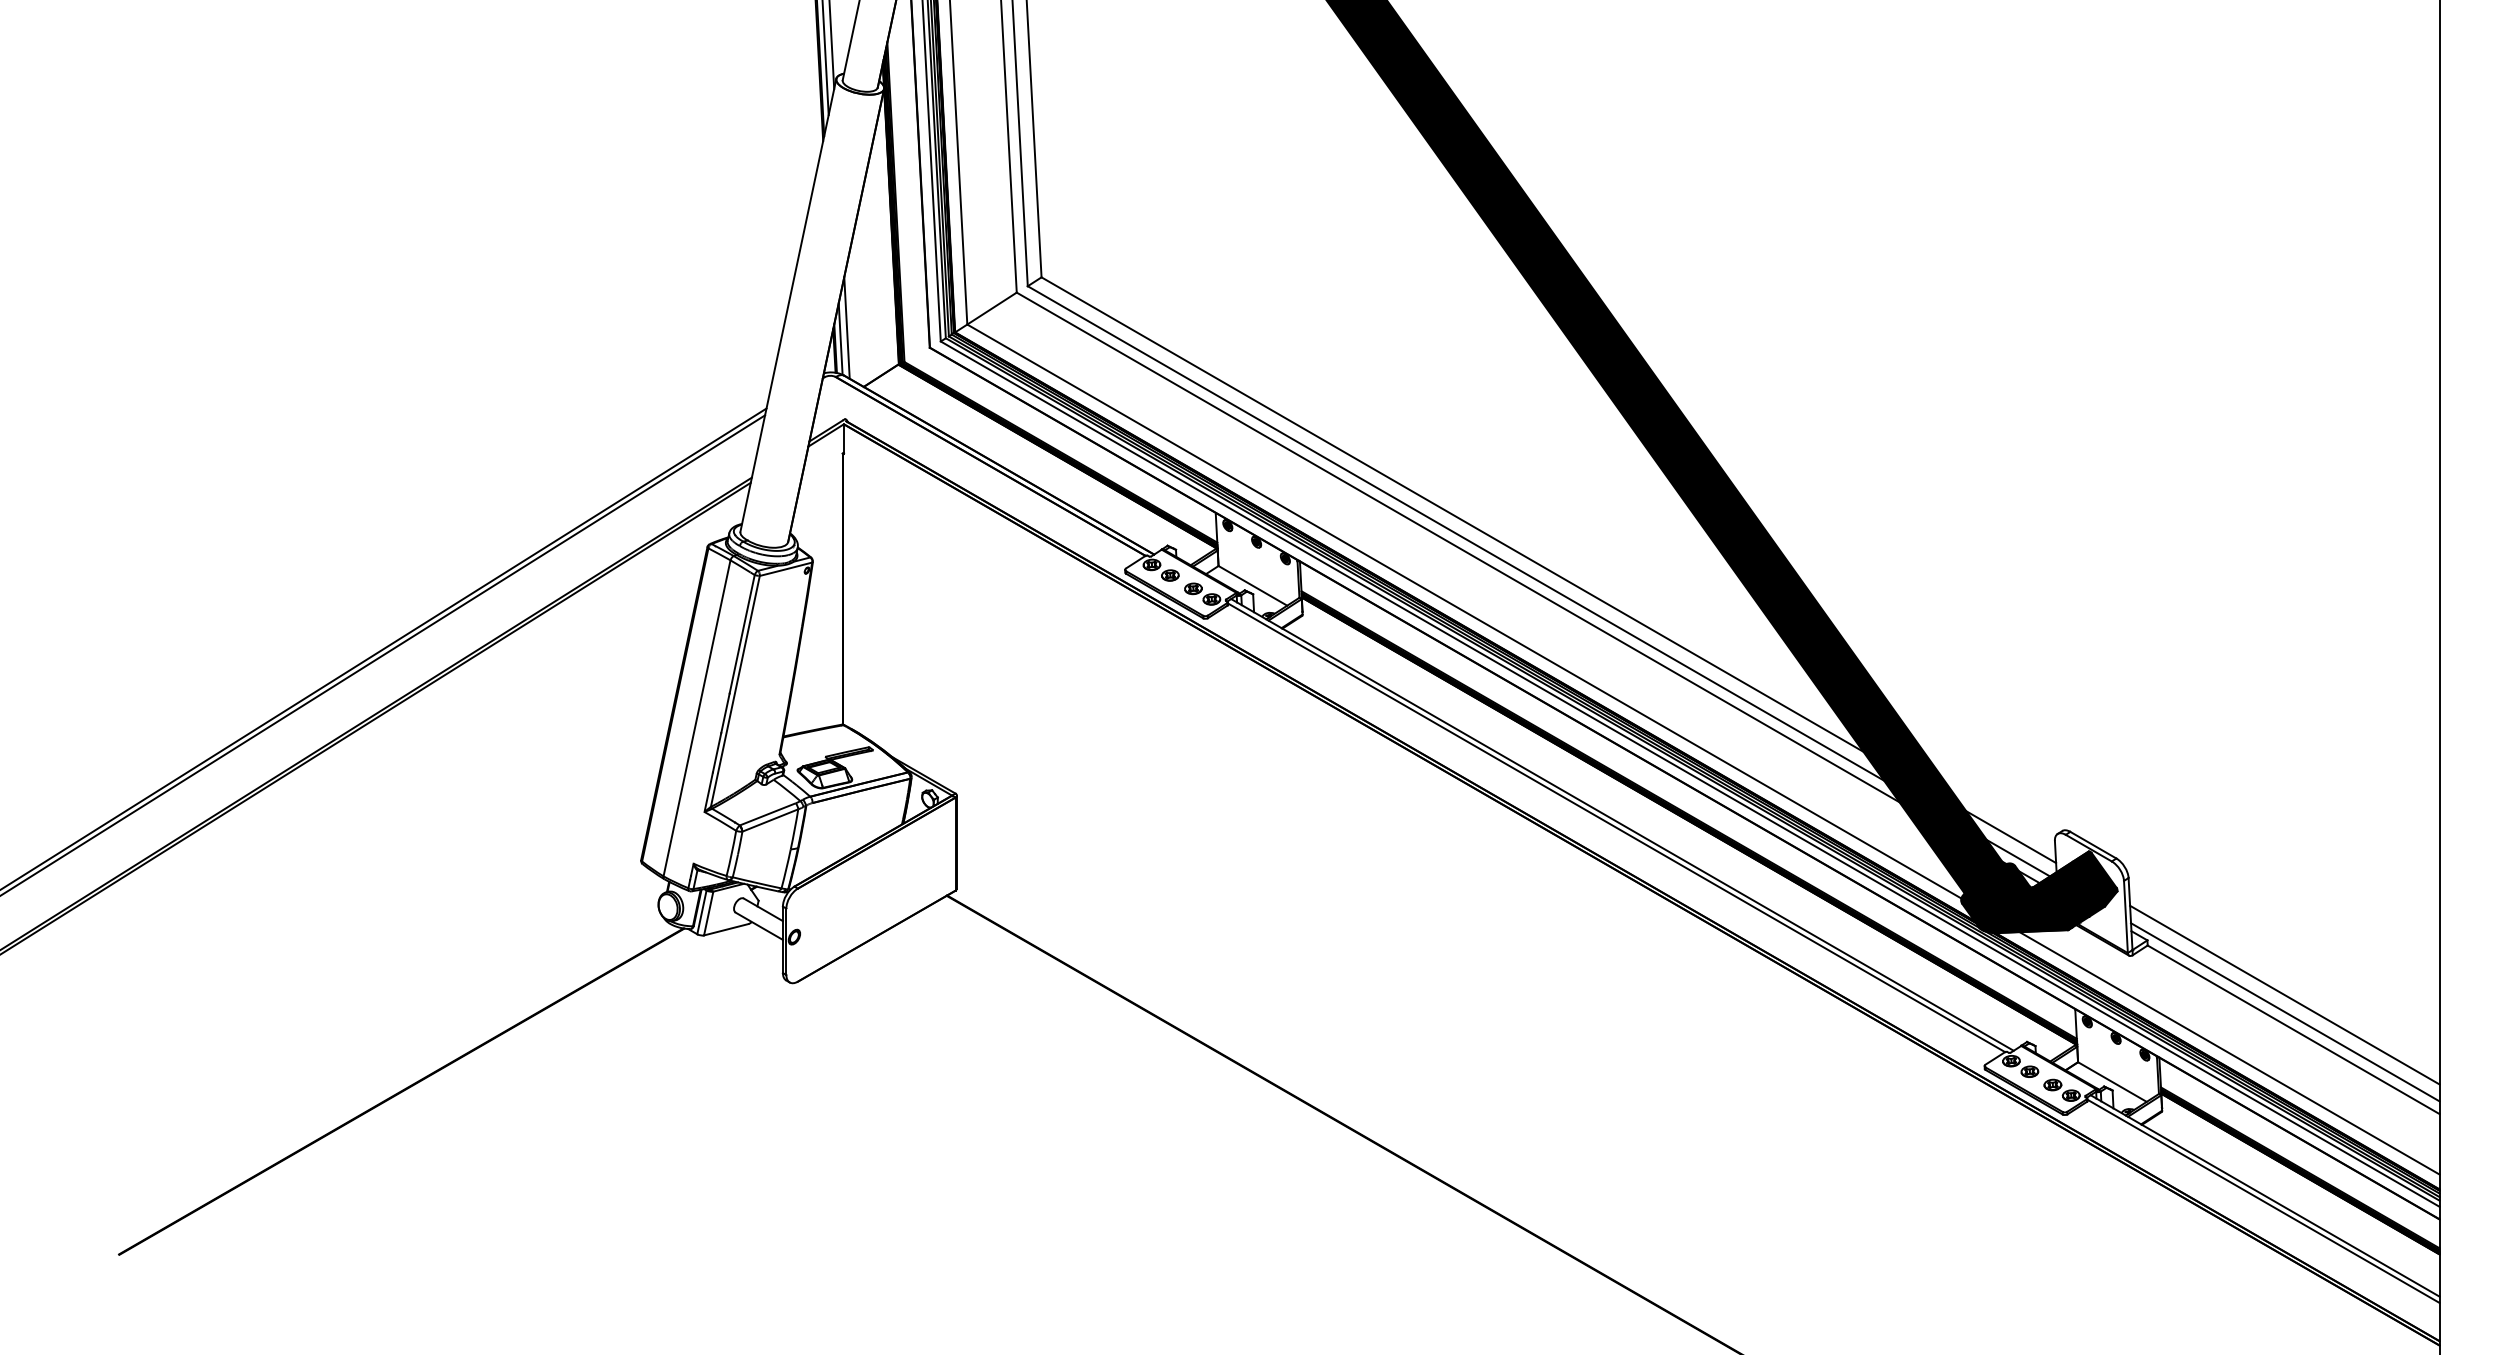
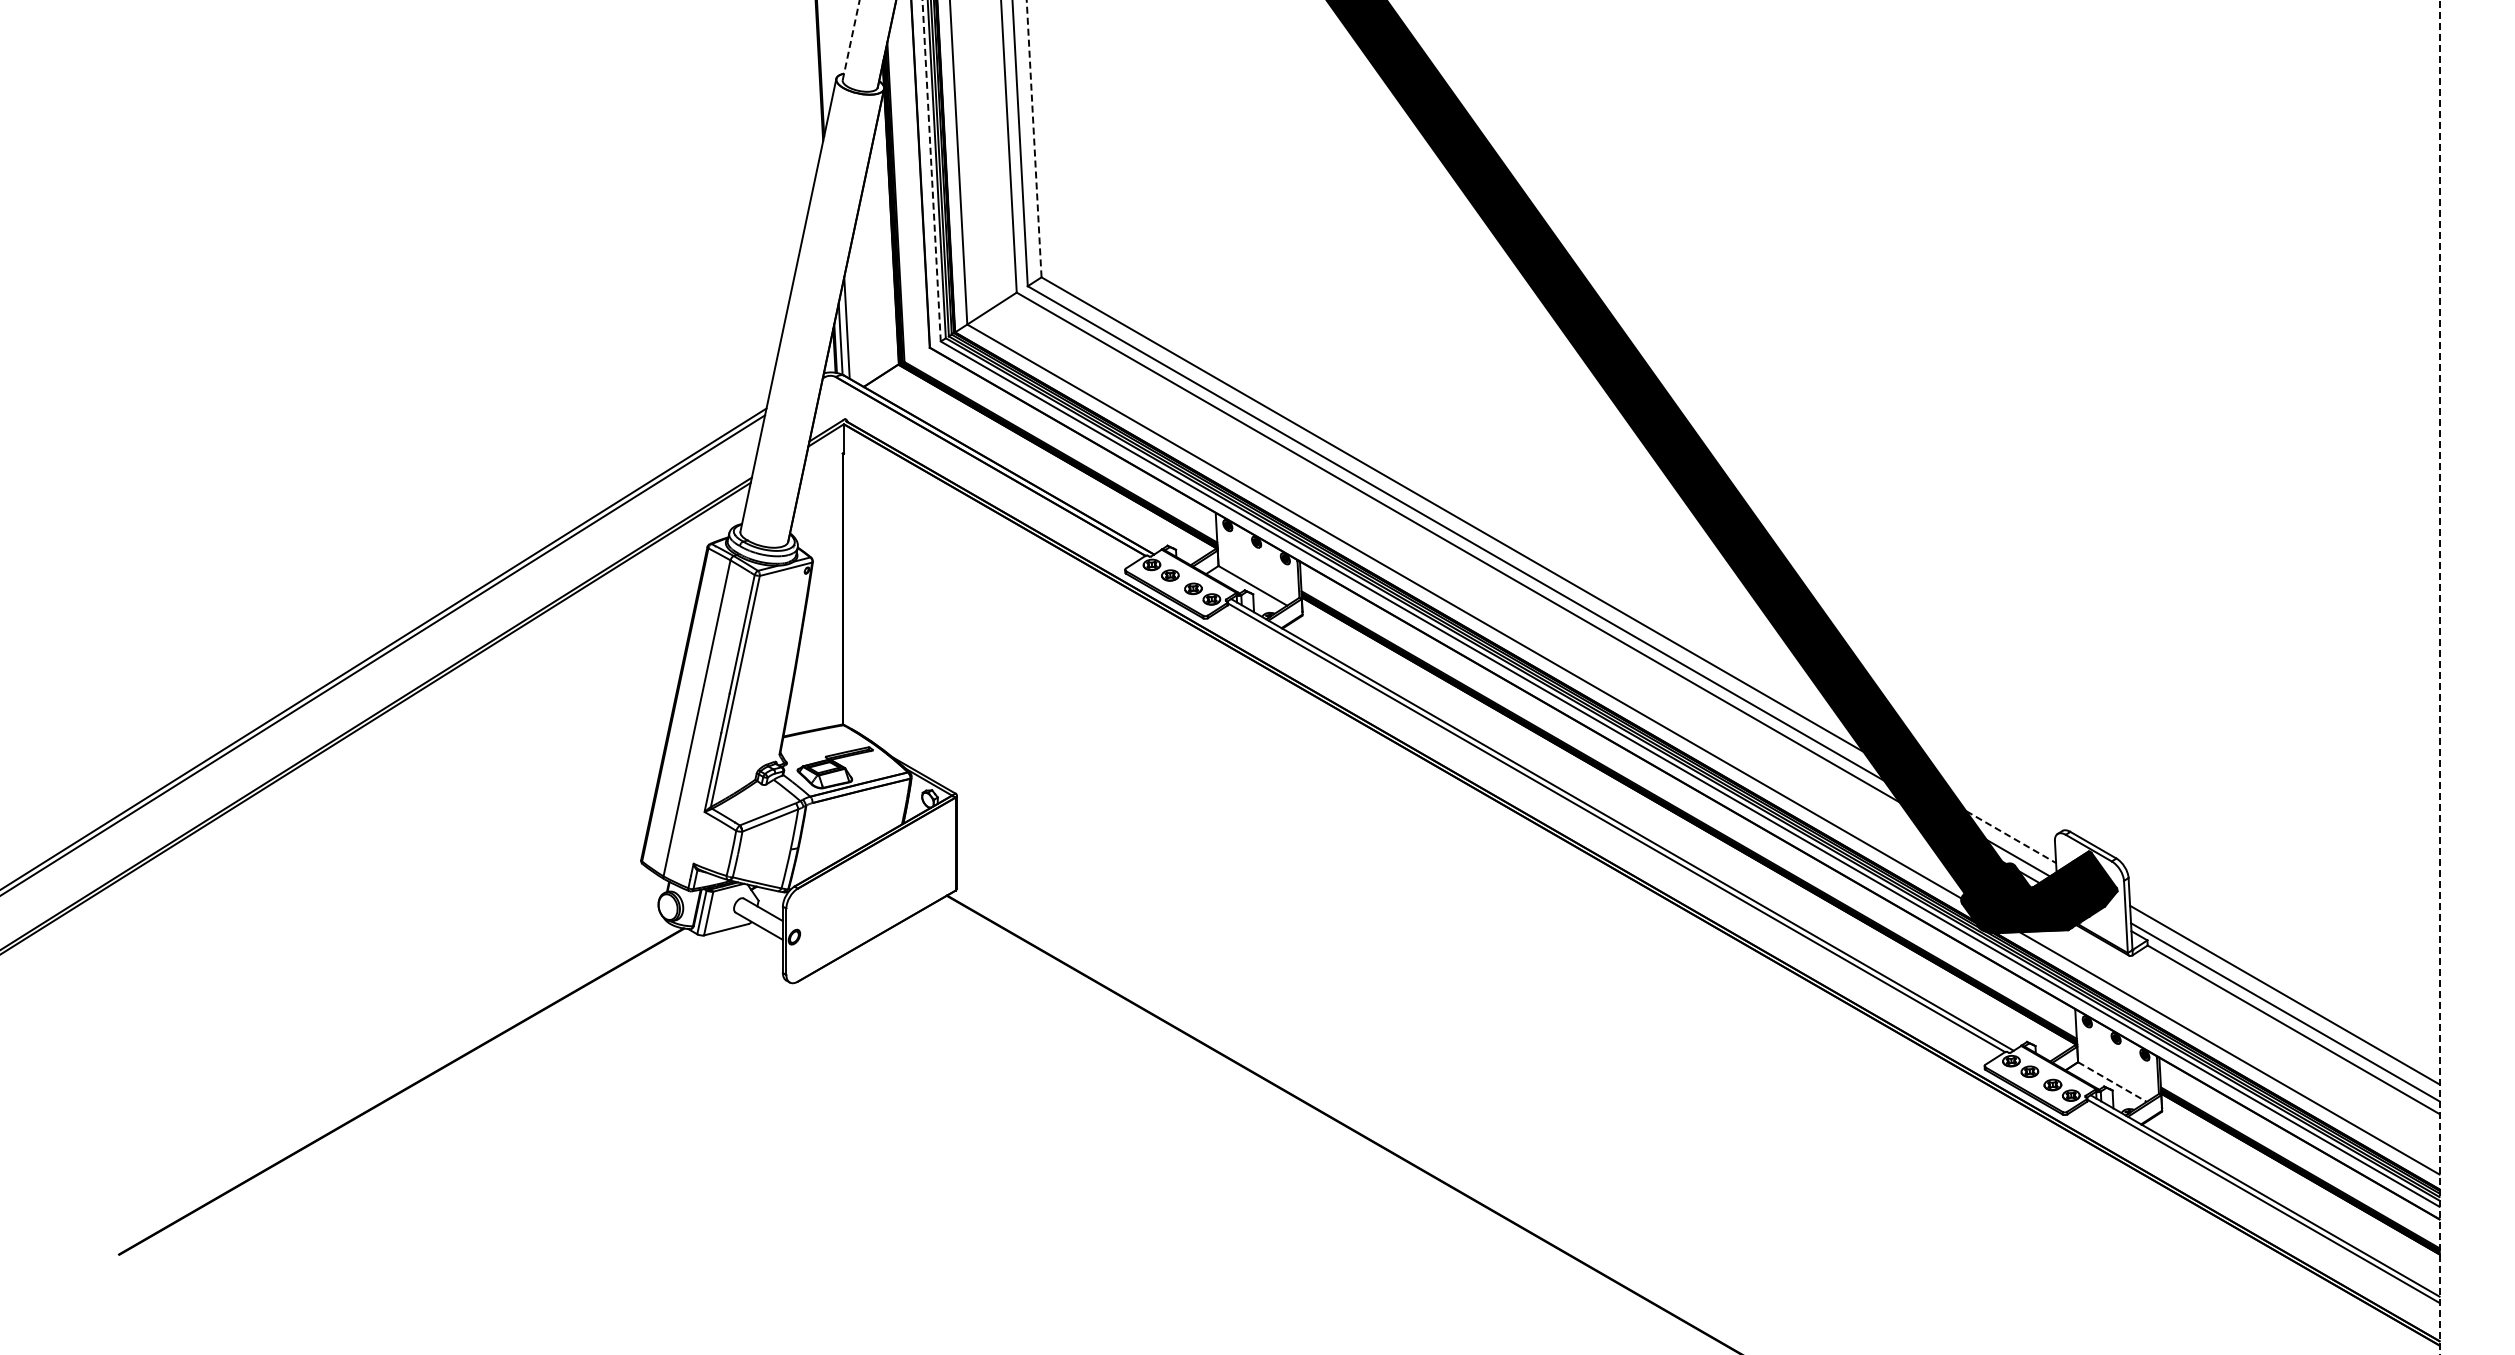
line at (851, 40): solid -> dashed
line at (831, 45): present -> none
line at (825, 58): present -> none
line at (1034, 138): solid -> dashed
line at (931, 170): solid -> dashed
line at (2439, 676): solid -> dashed
line at (2011, 837): solid -> dashed
line at (2112, 1082): solid -> dashed
